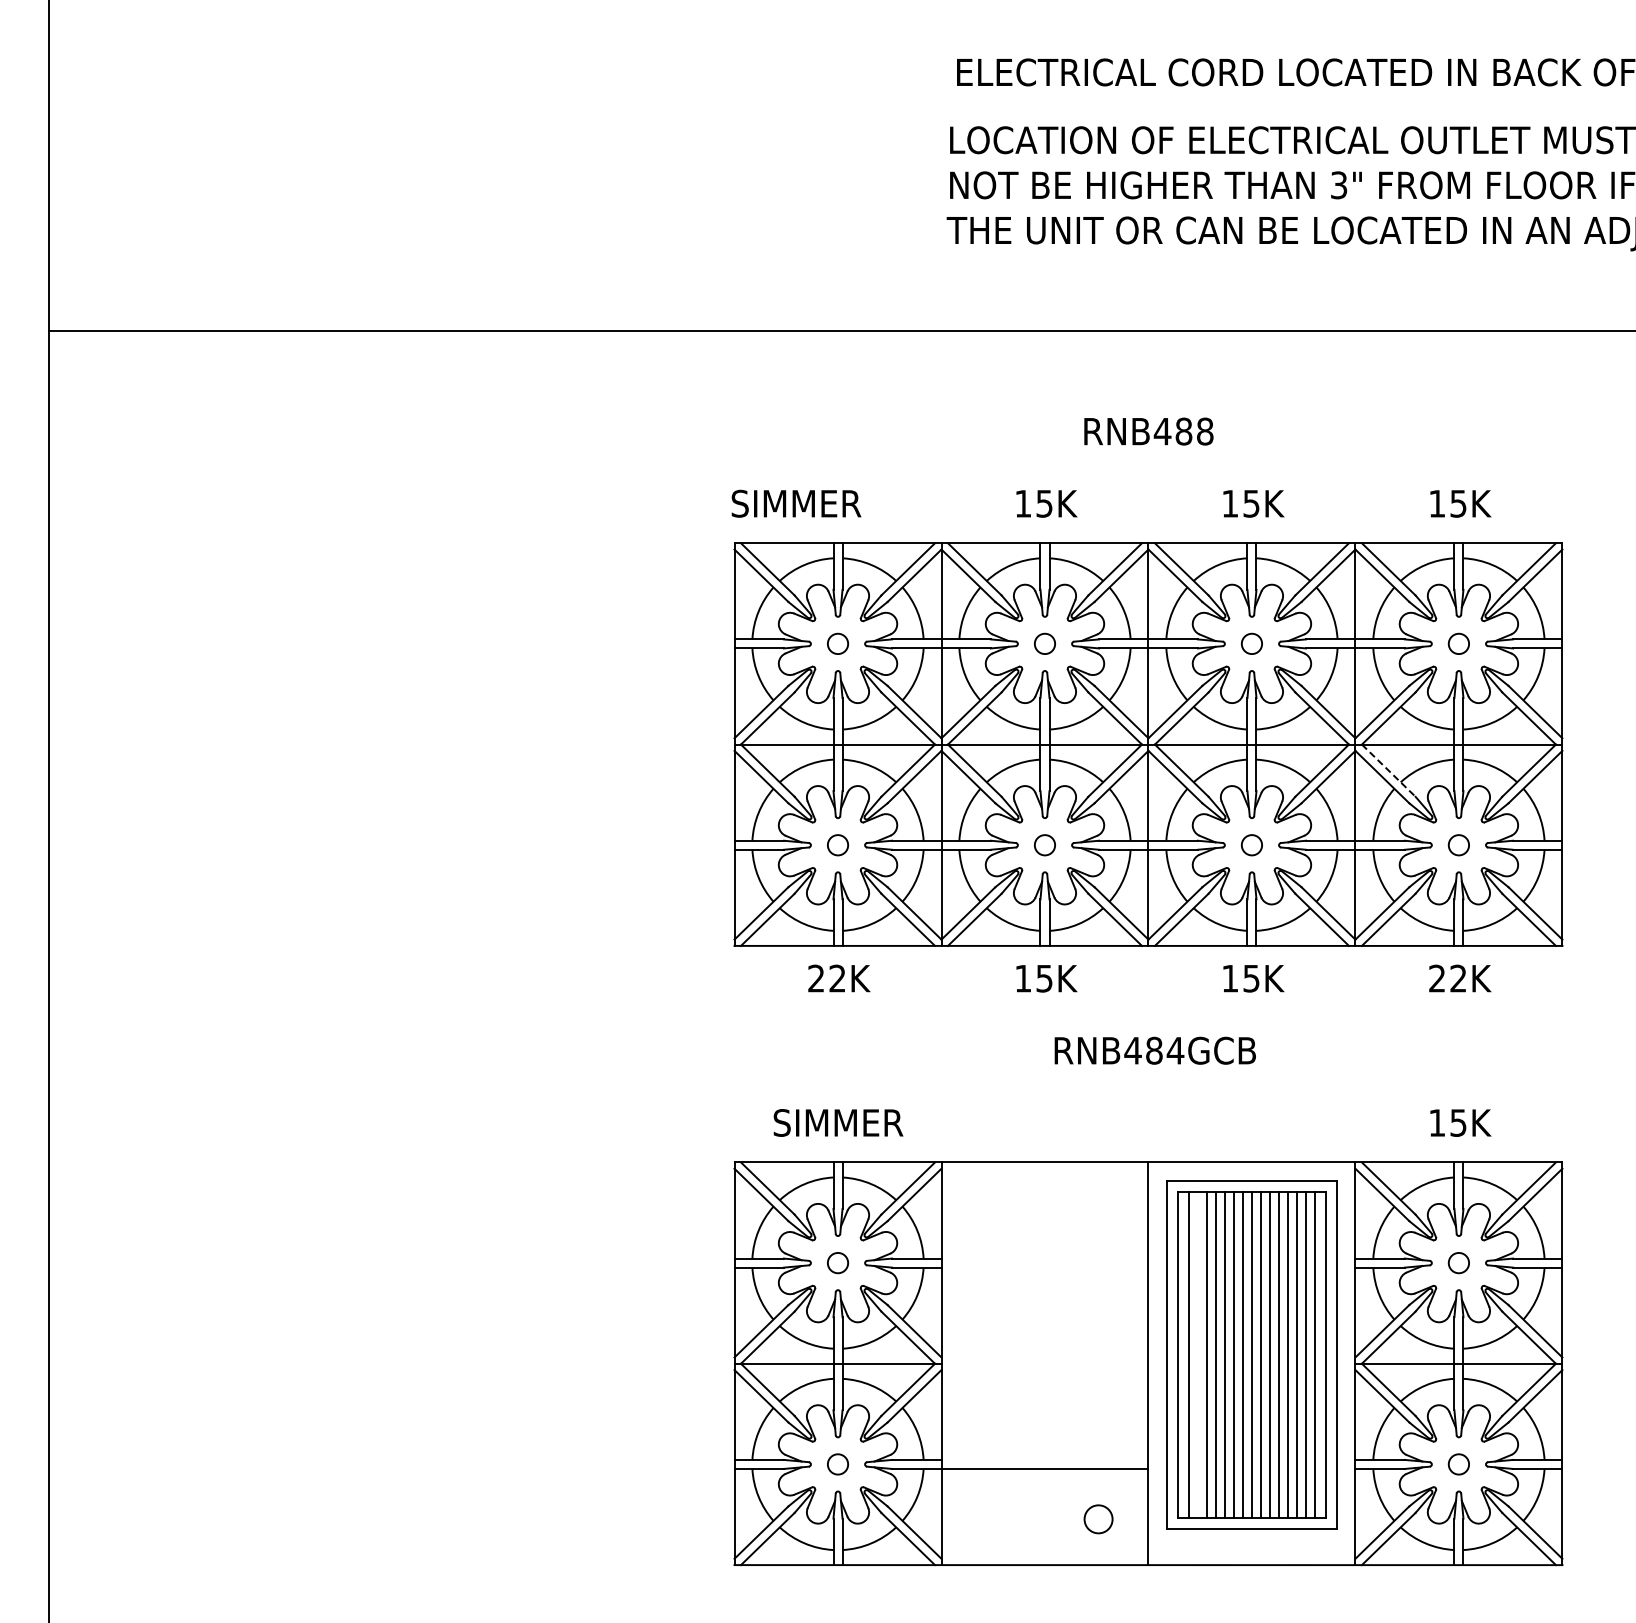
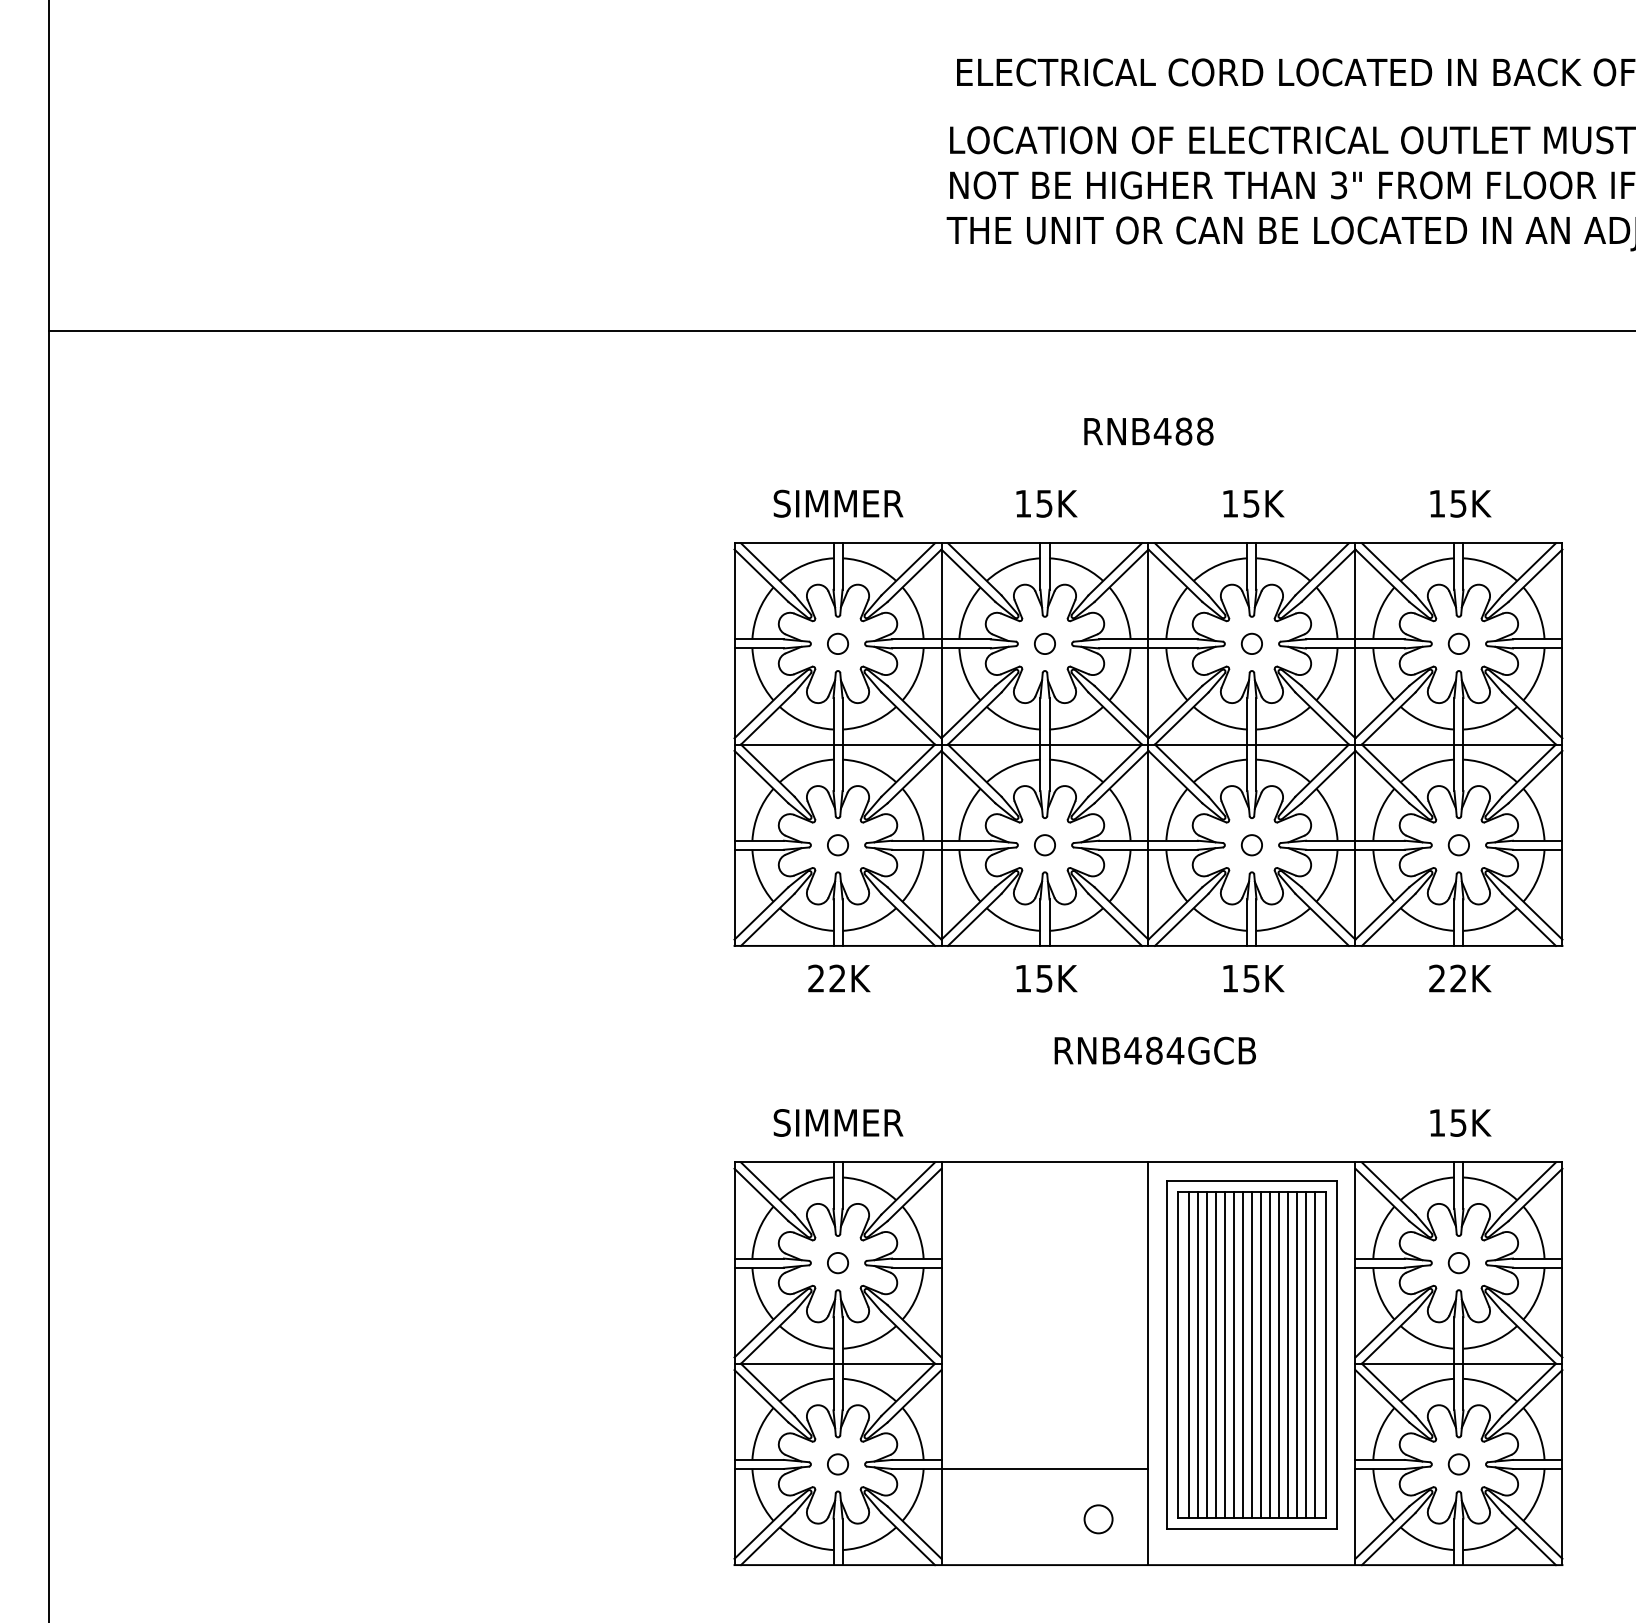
text at (796, 503) position: (796, 503) -> (838, 503)
line at (1389, 771): dashed -> solid
line at (1197, 1354): none -> present
